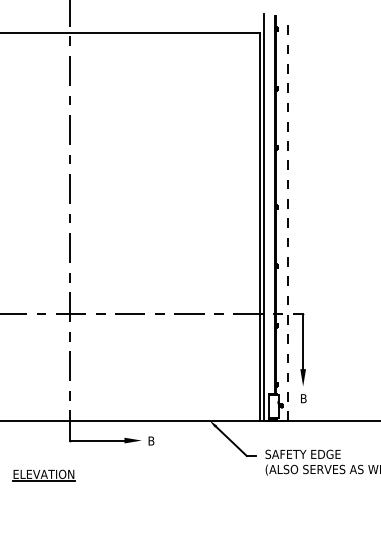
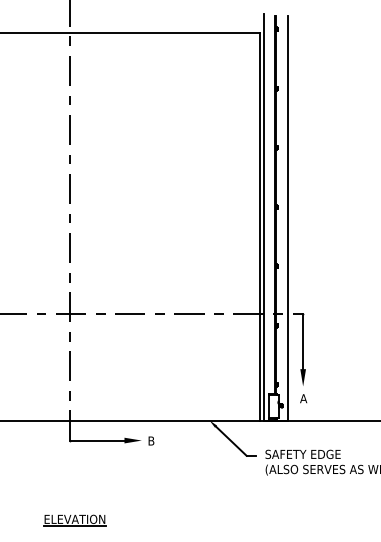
line at (287, 218): dashed -> solid
text at (303, 398): B -> A
part at (43, 475) position: (43, 475) -> (74, 520)
